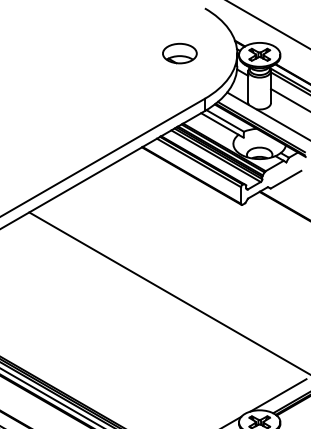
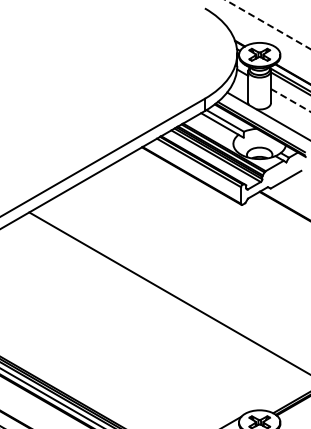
line at (268, 24): solid -> dashed
part at (179, 53): present -> none
line at (290, 100): solid -> dashed
line at (278, 395): present -> none
